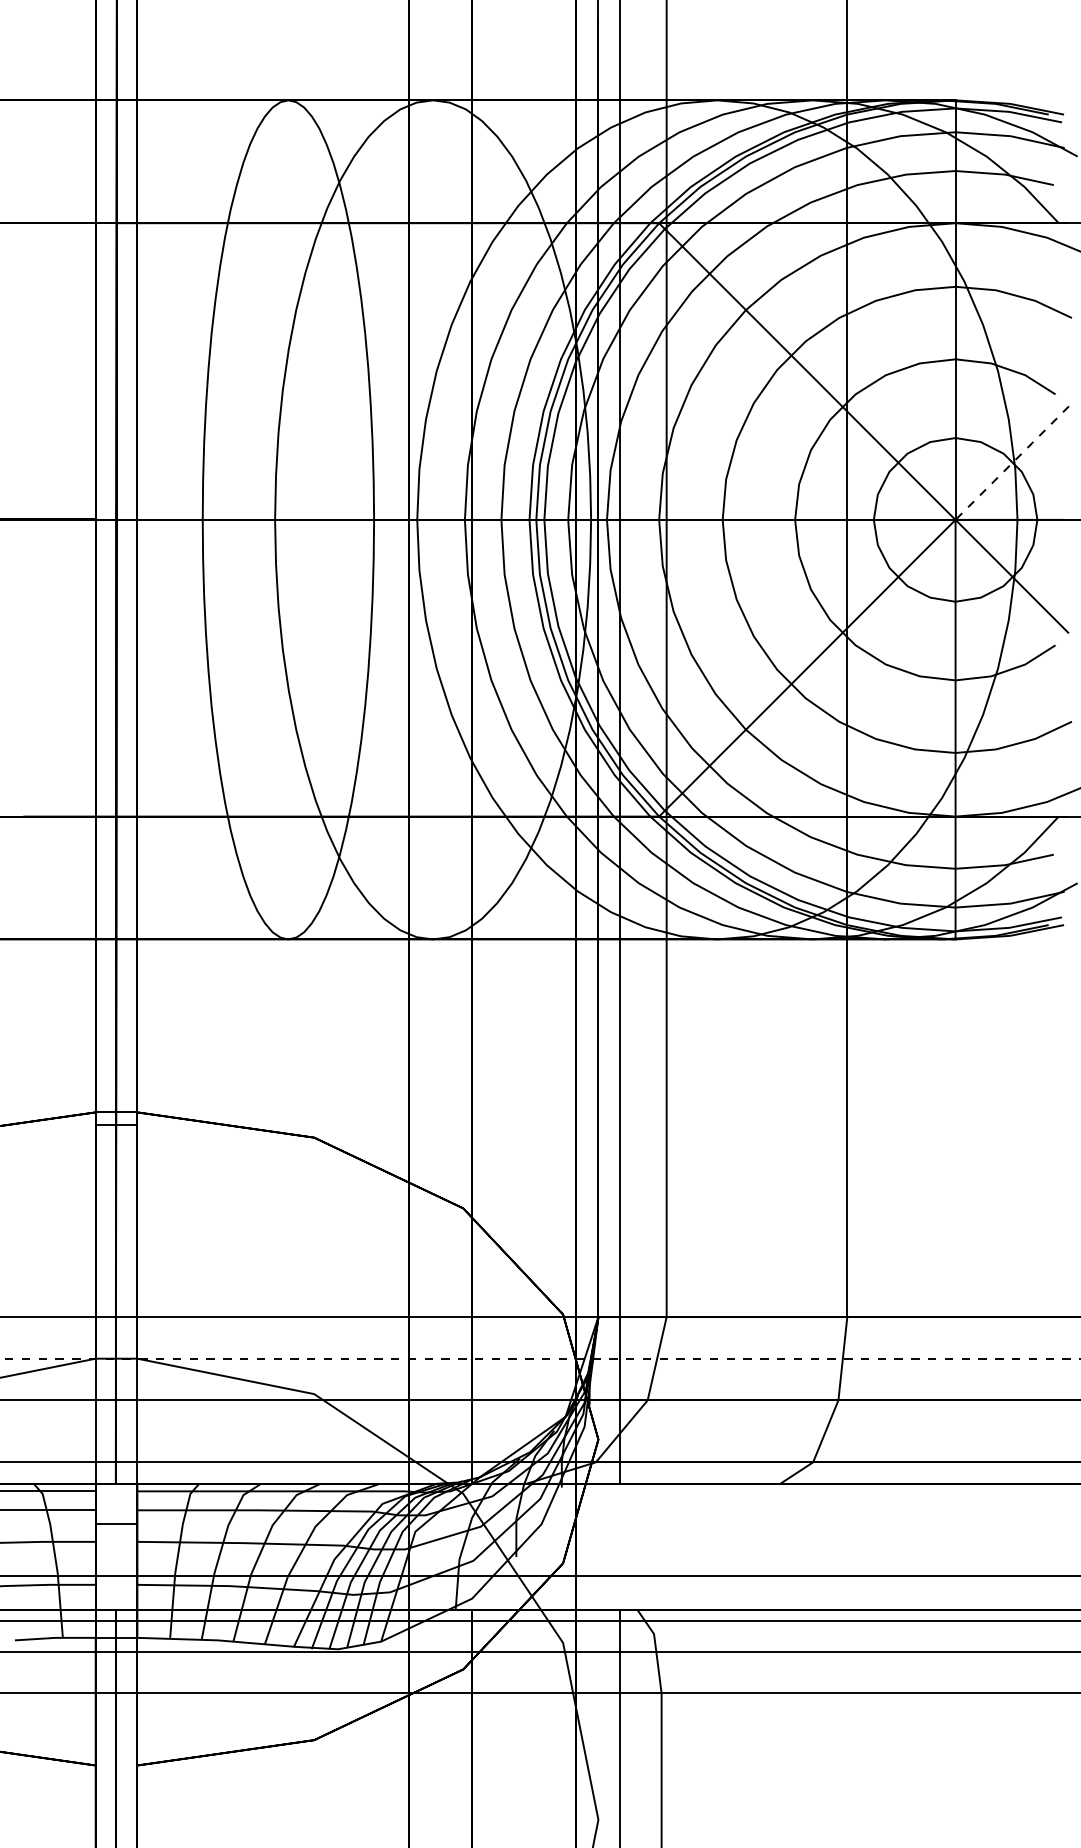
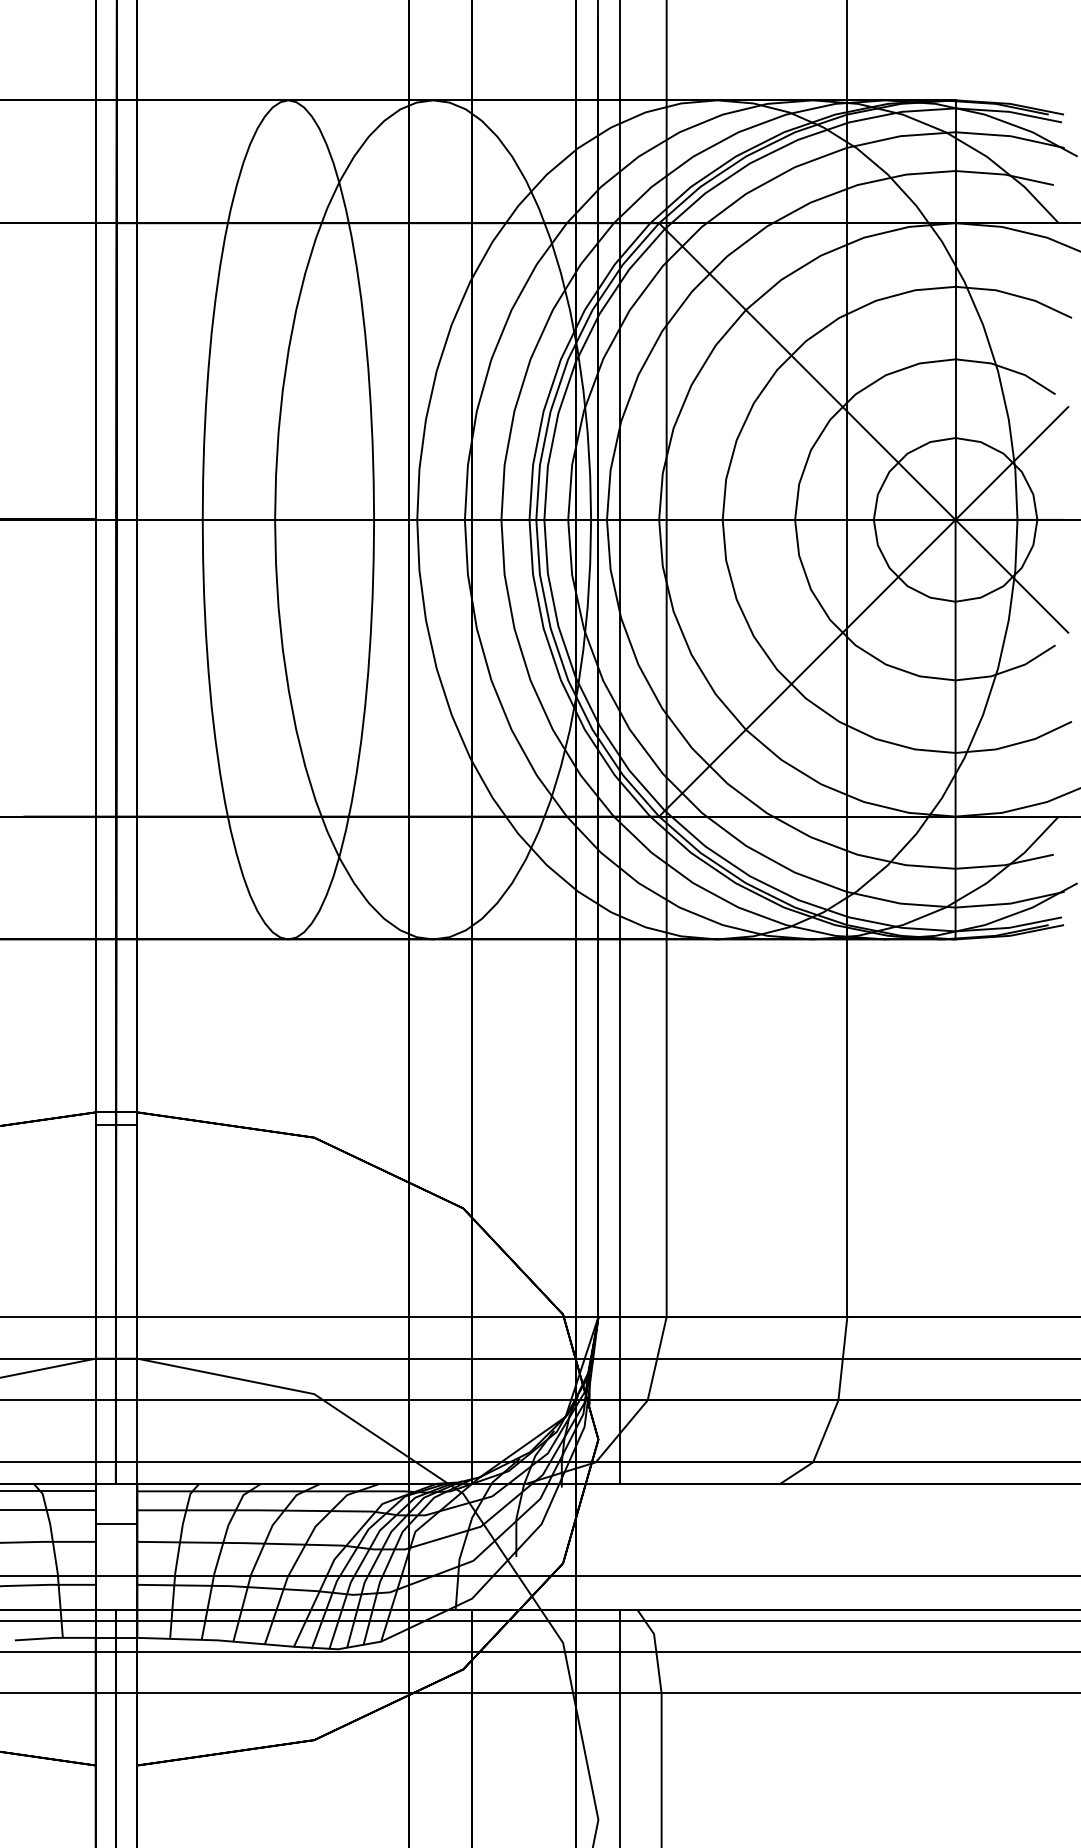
line at (1011, 463): dashed -> solid
line at (540, 1358): dashed -> solid
